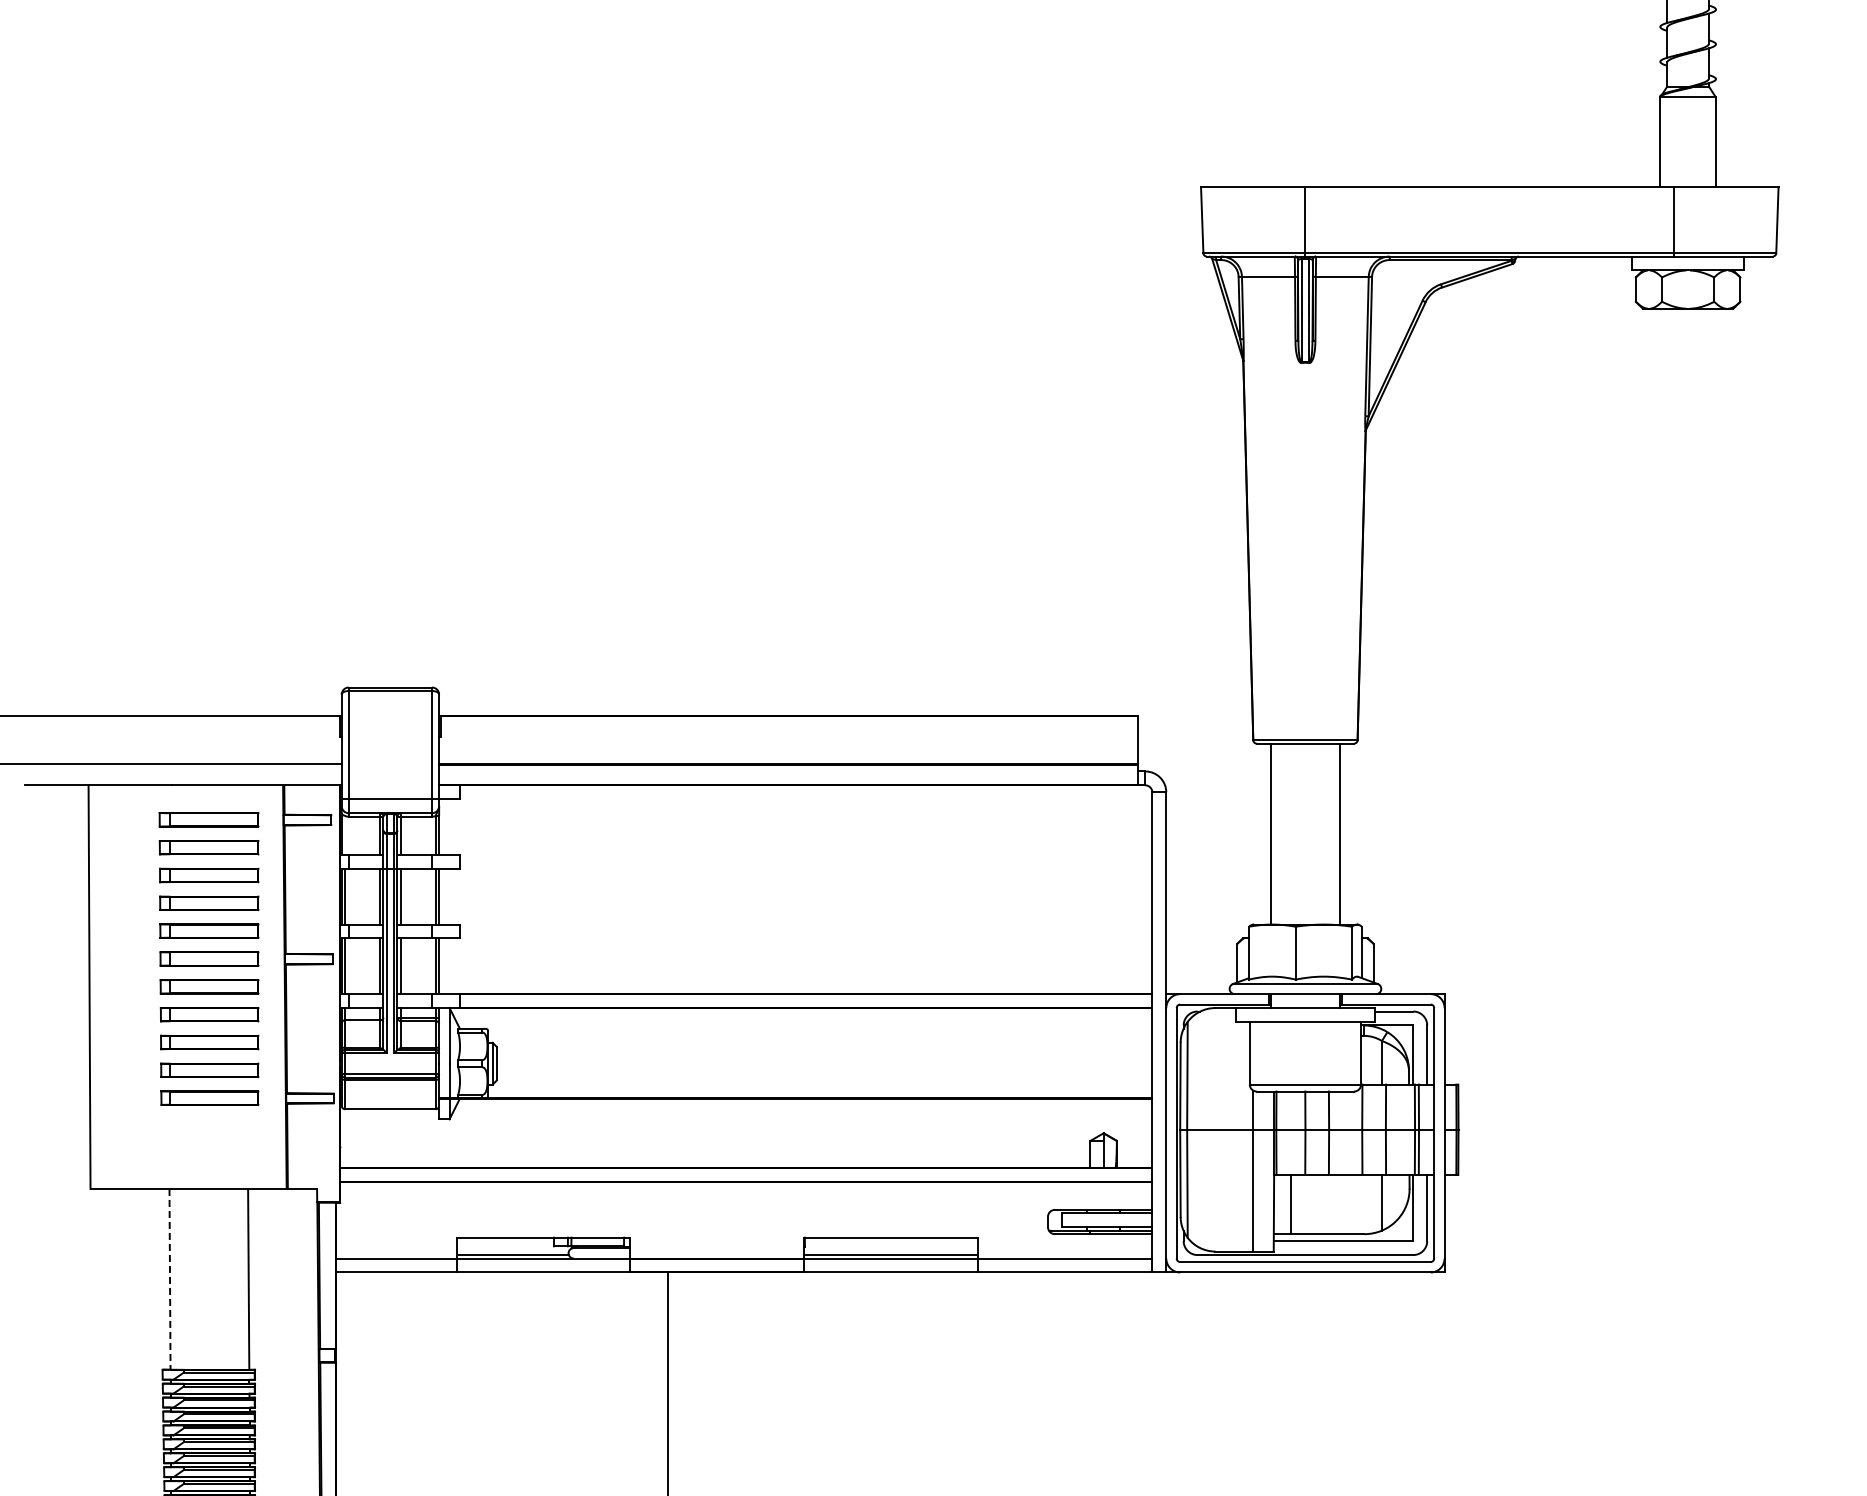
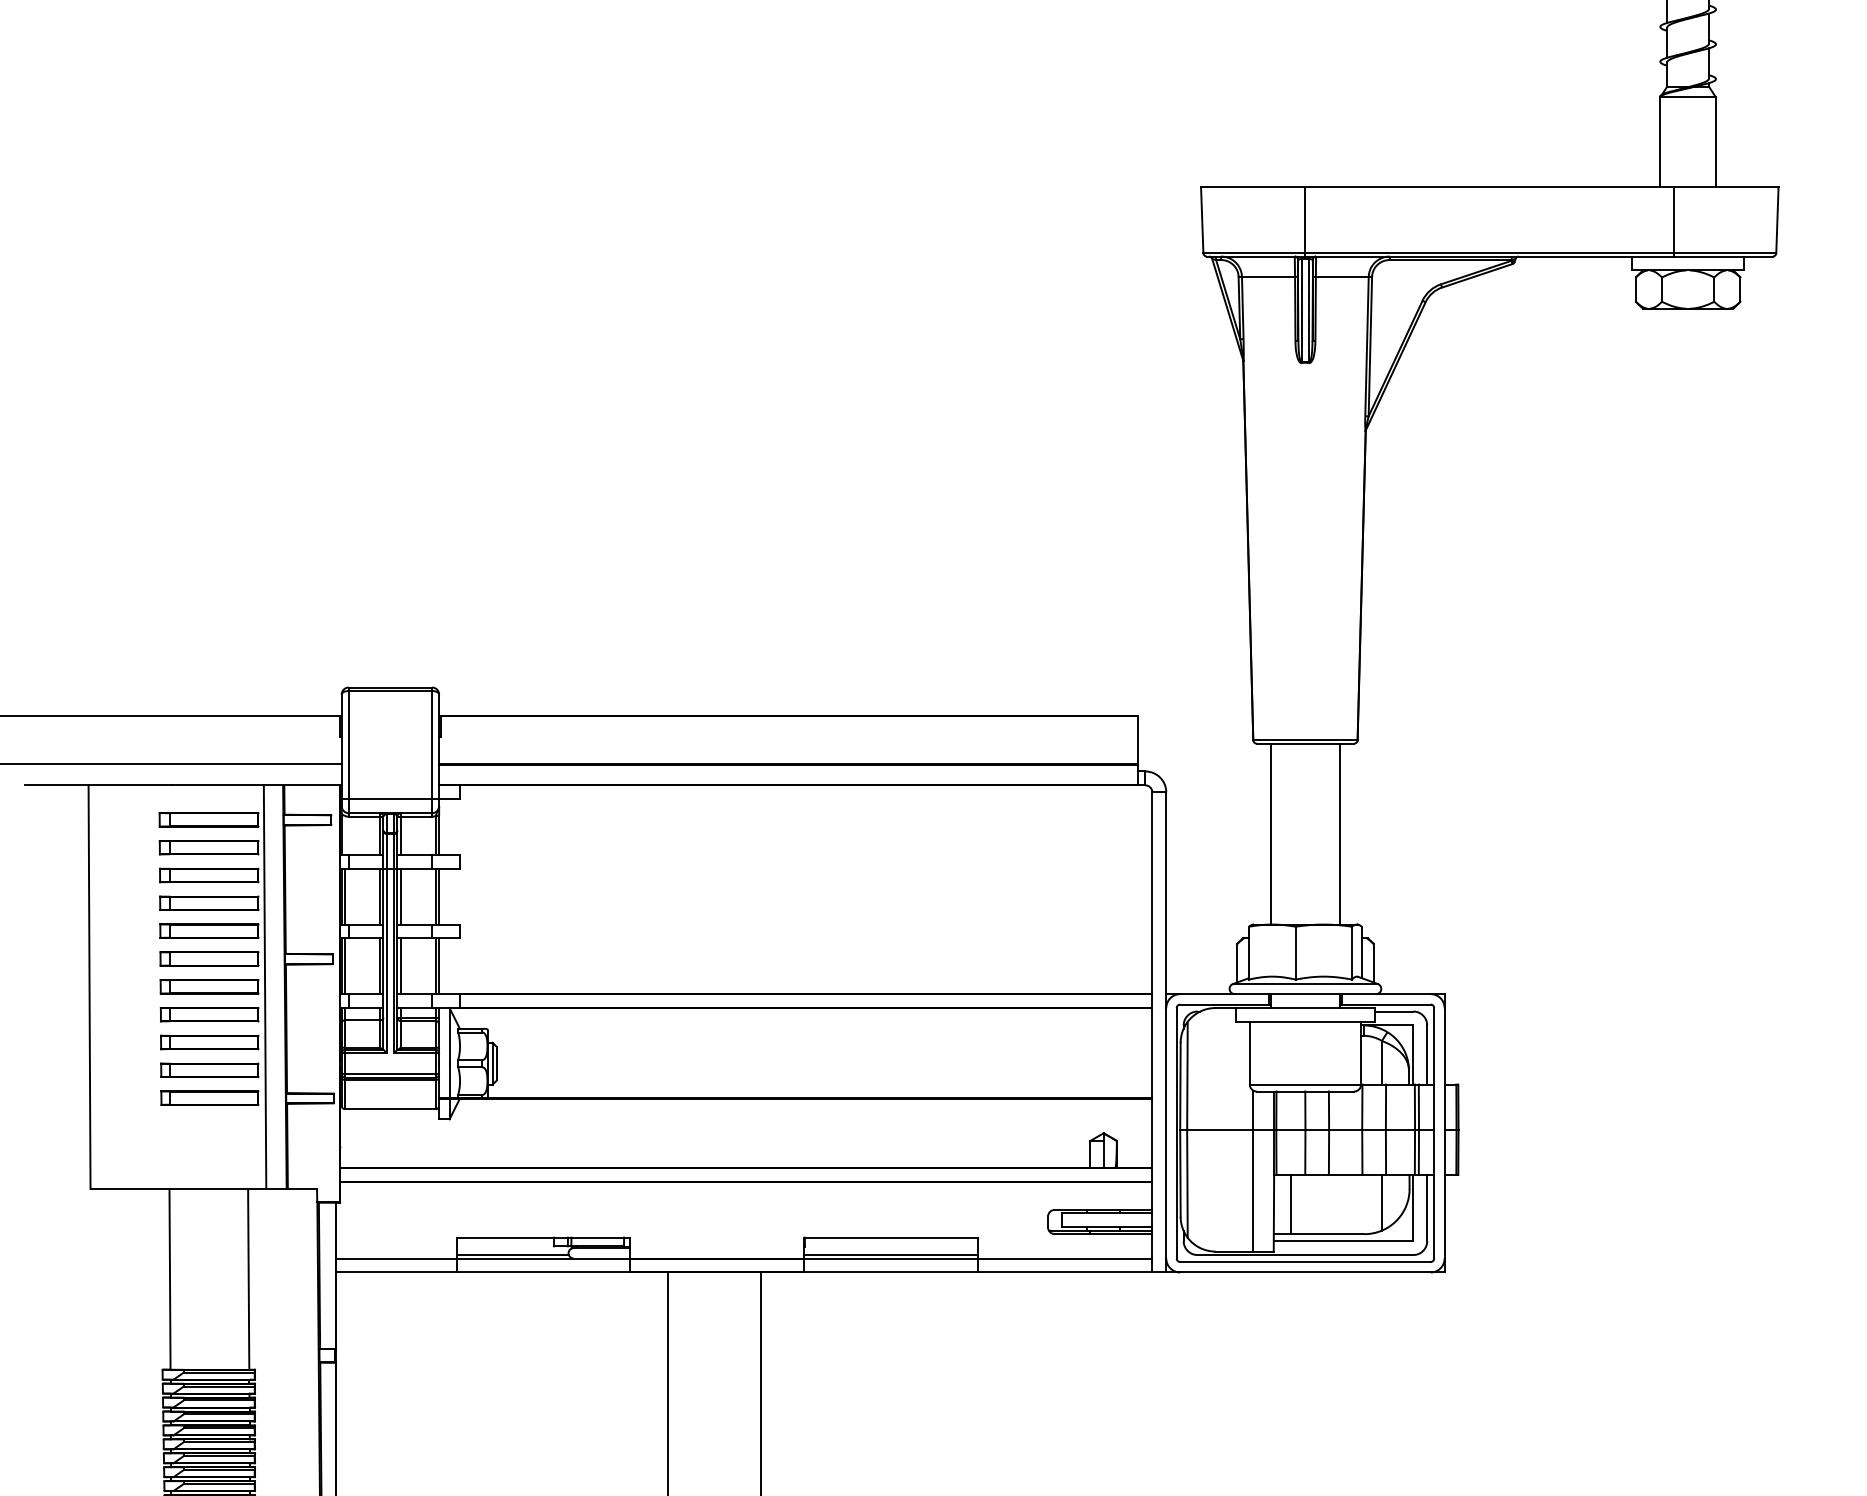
line at (264, 986): none -> present
line at (170, 1278): dashed -> solid
line at (761, 1382): none -> present
